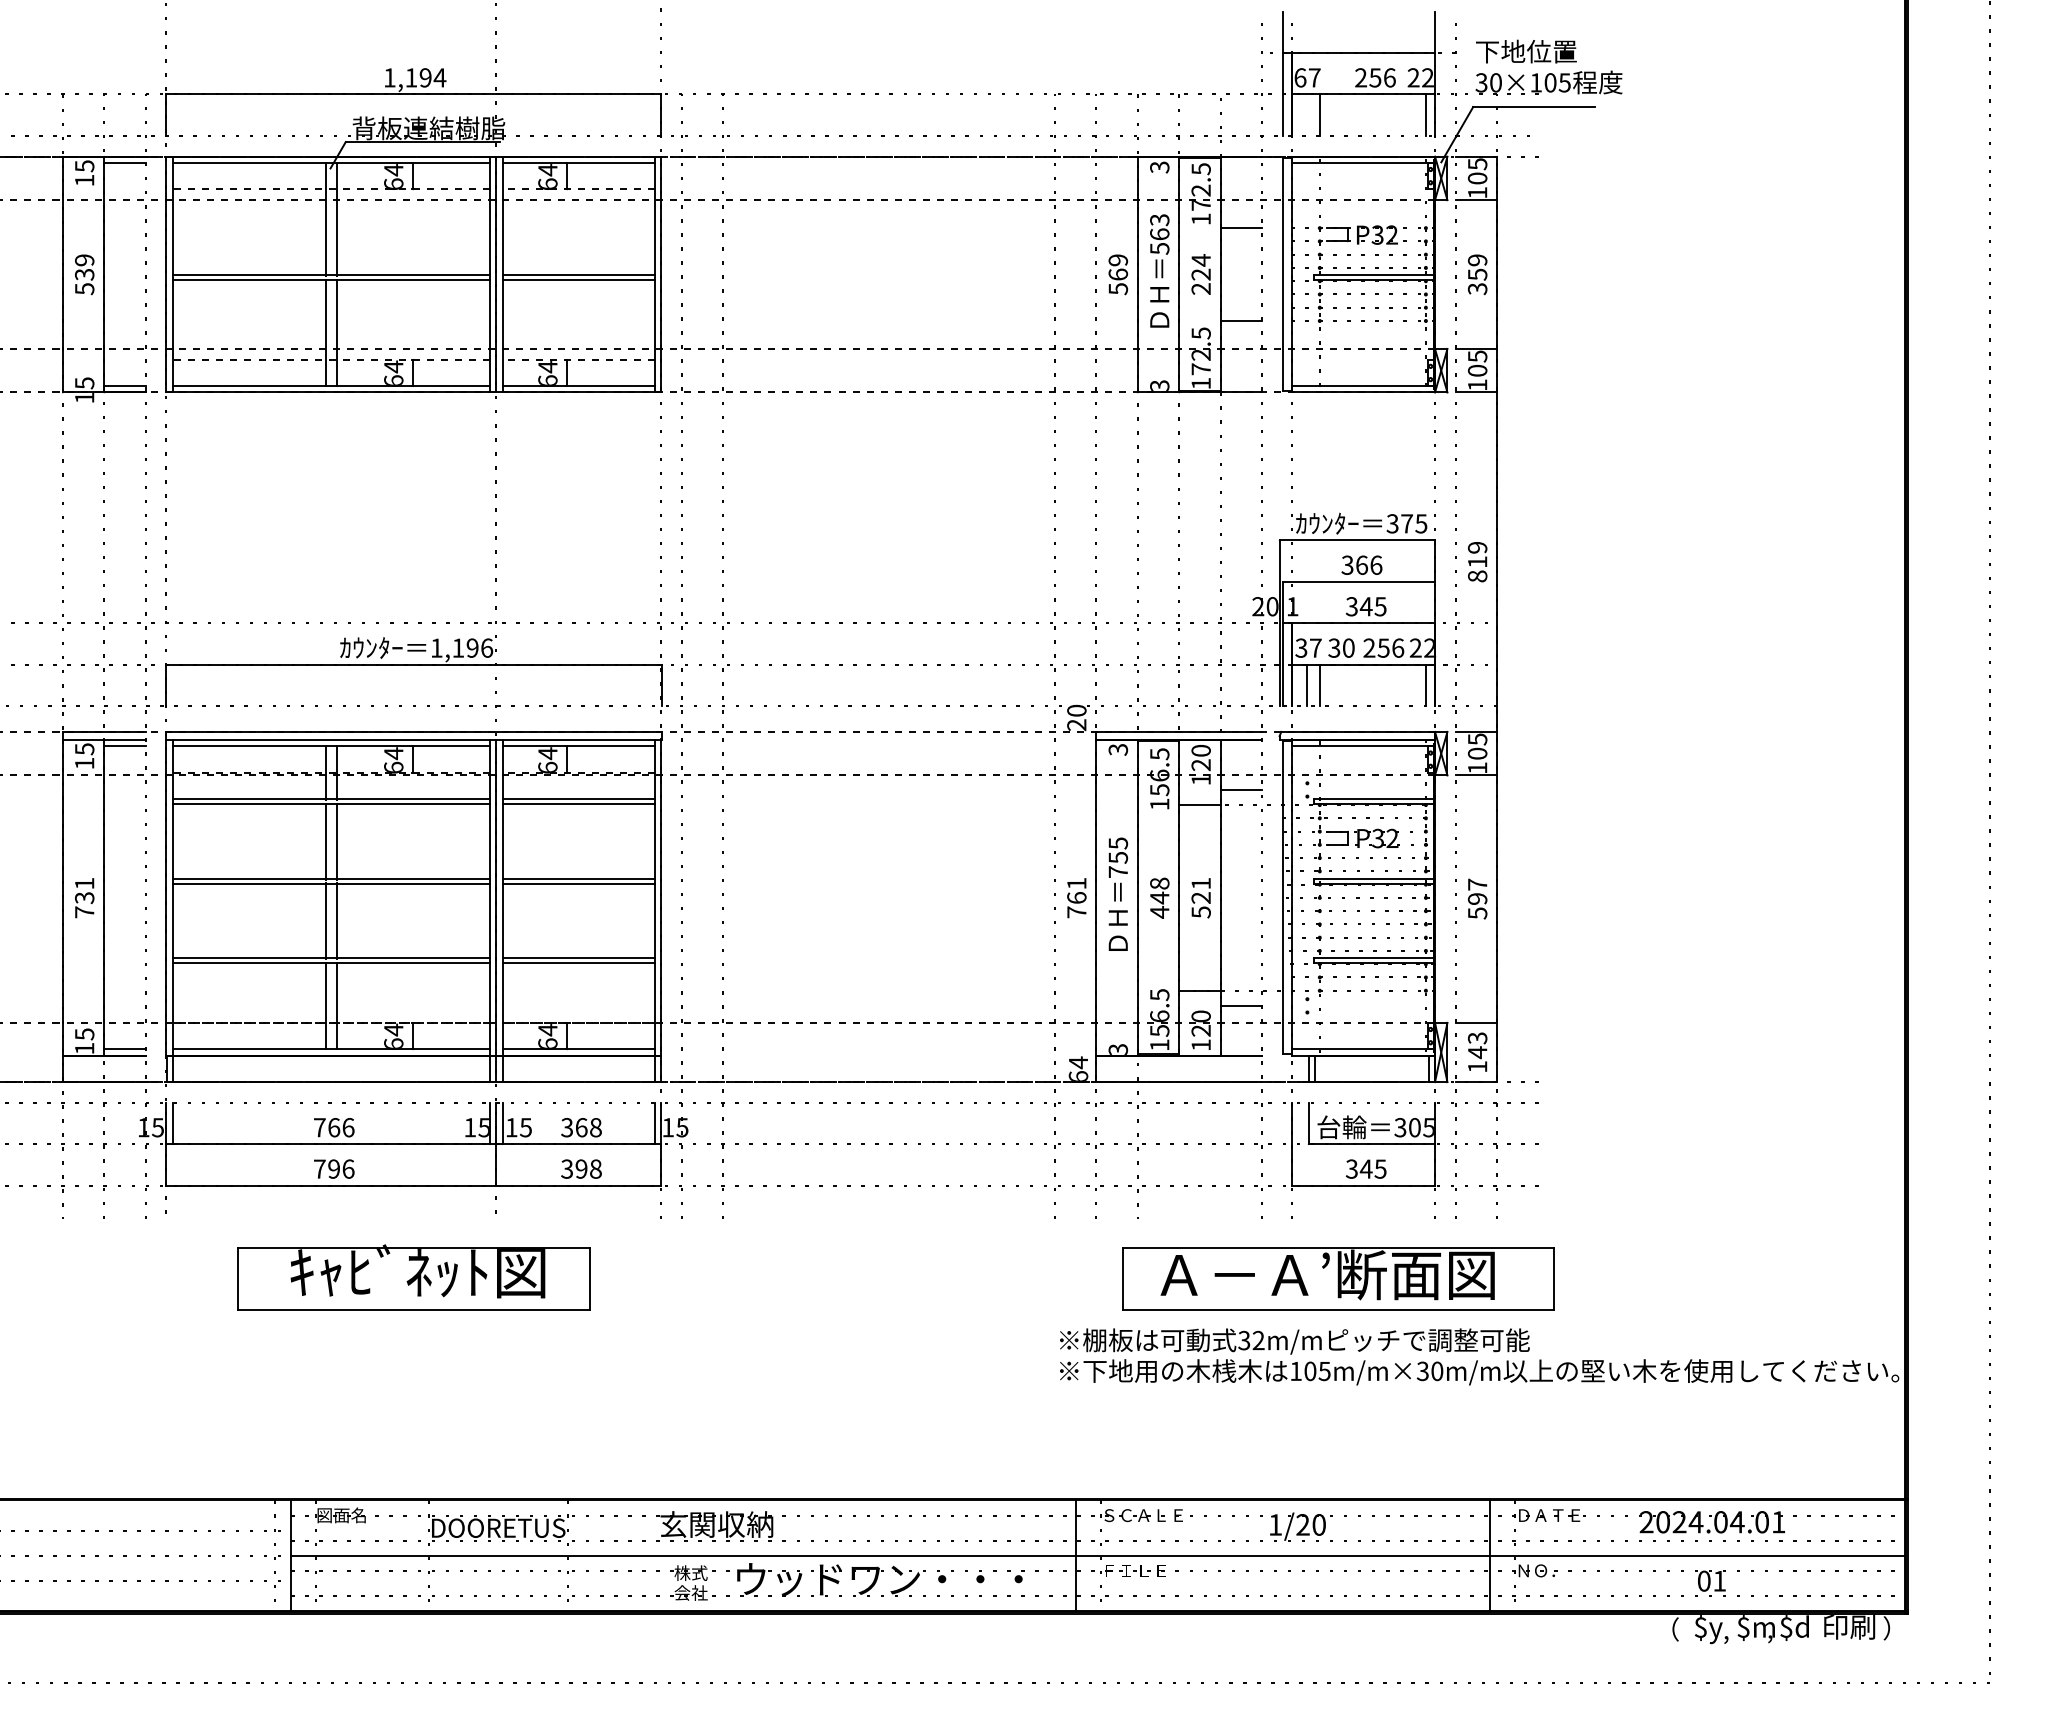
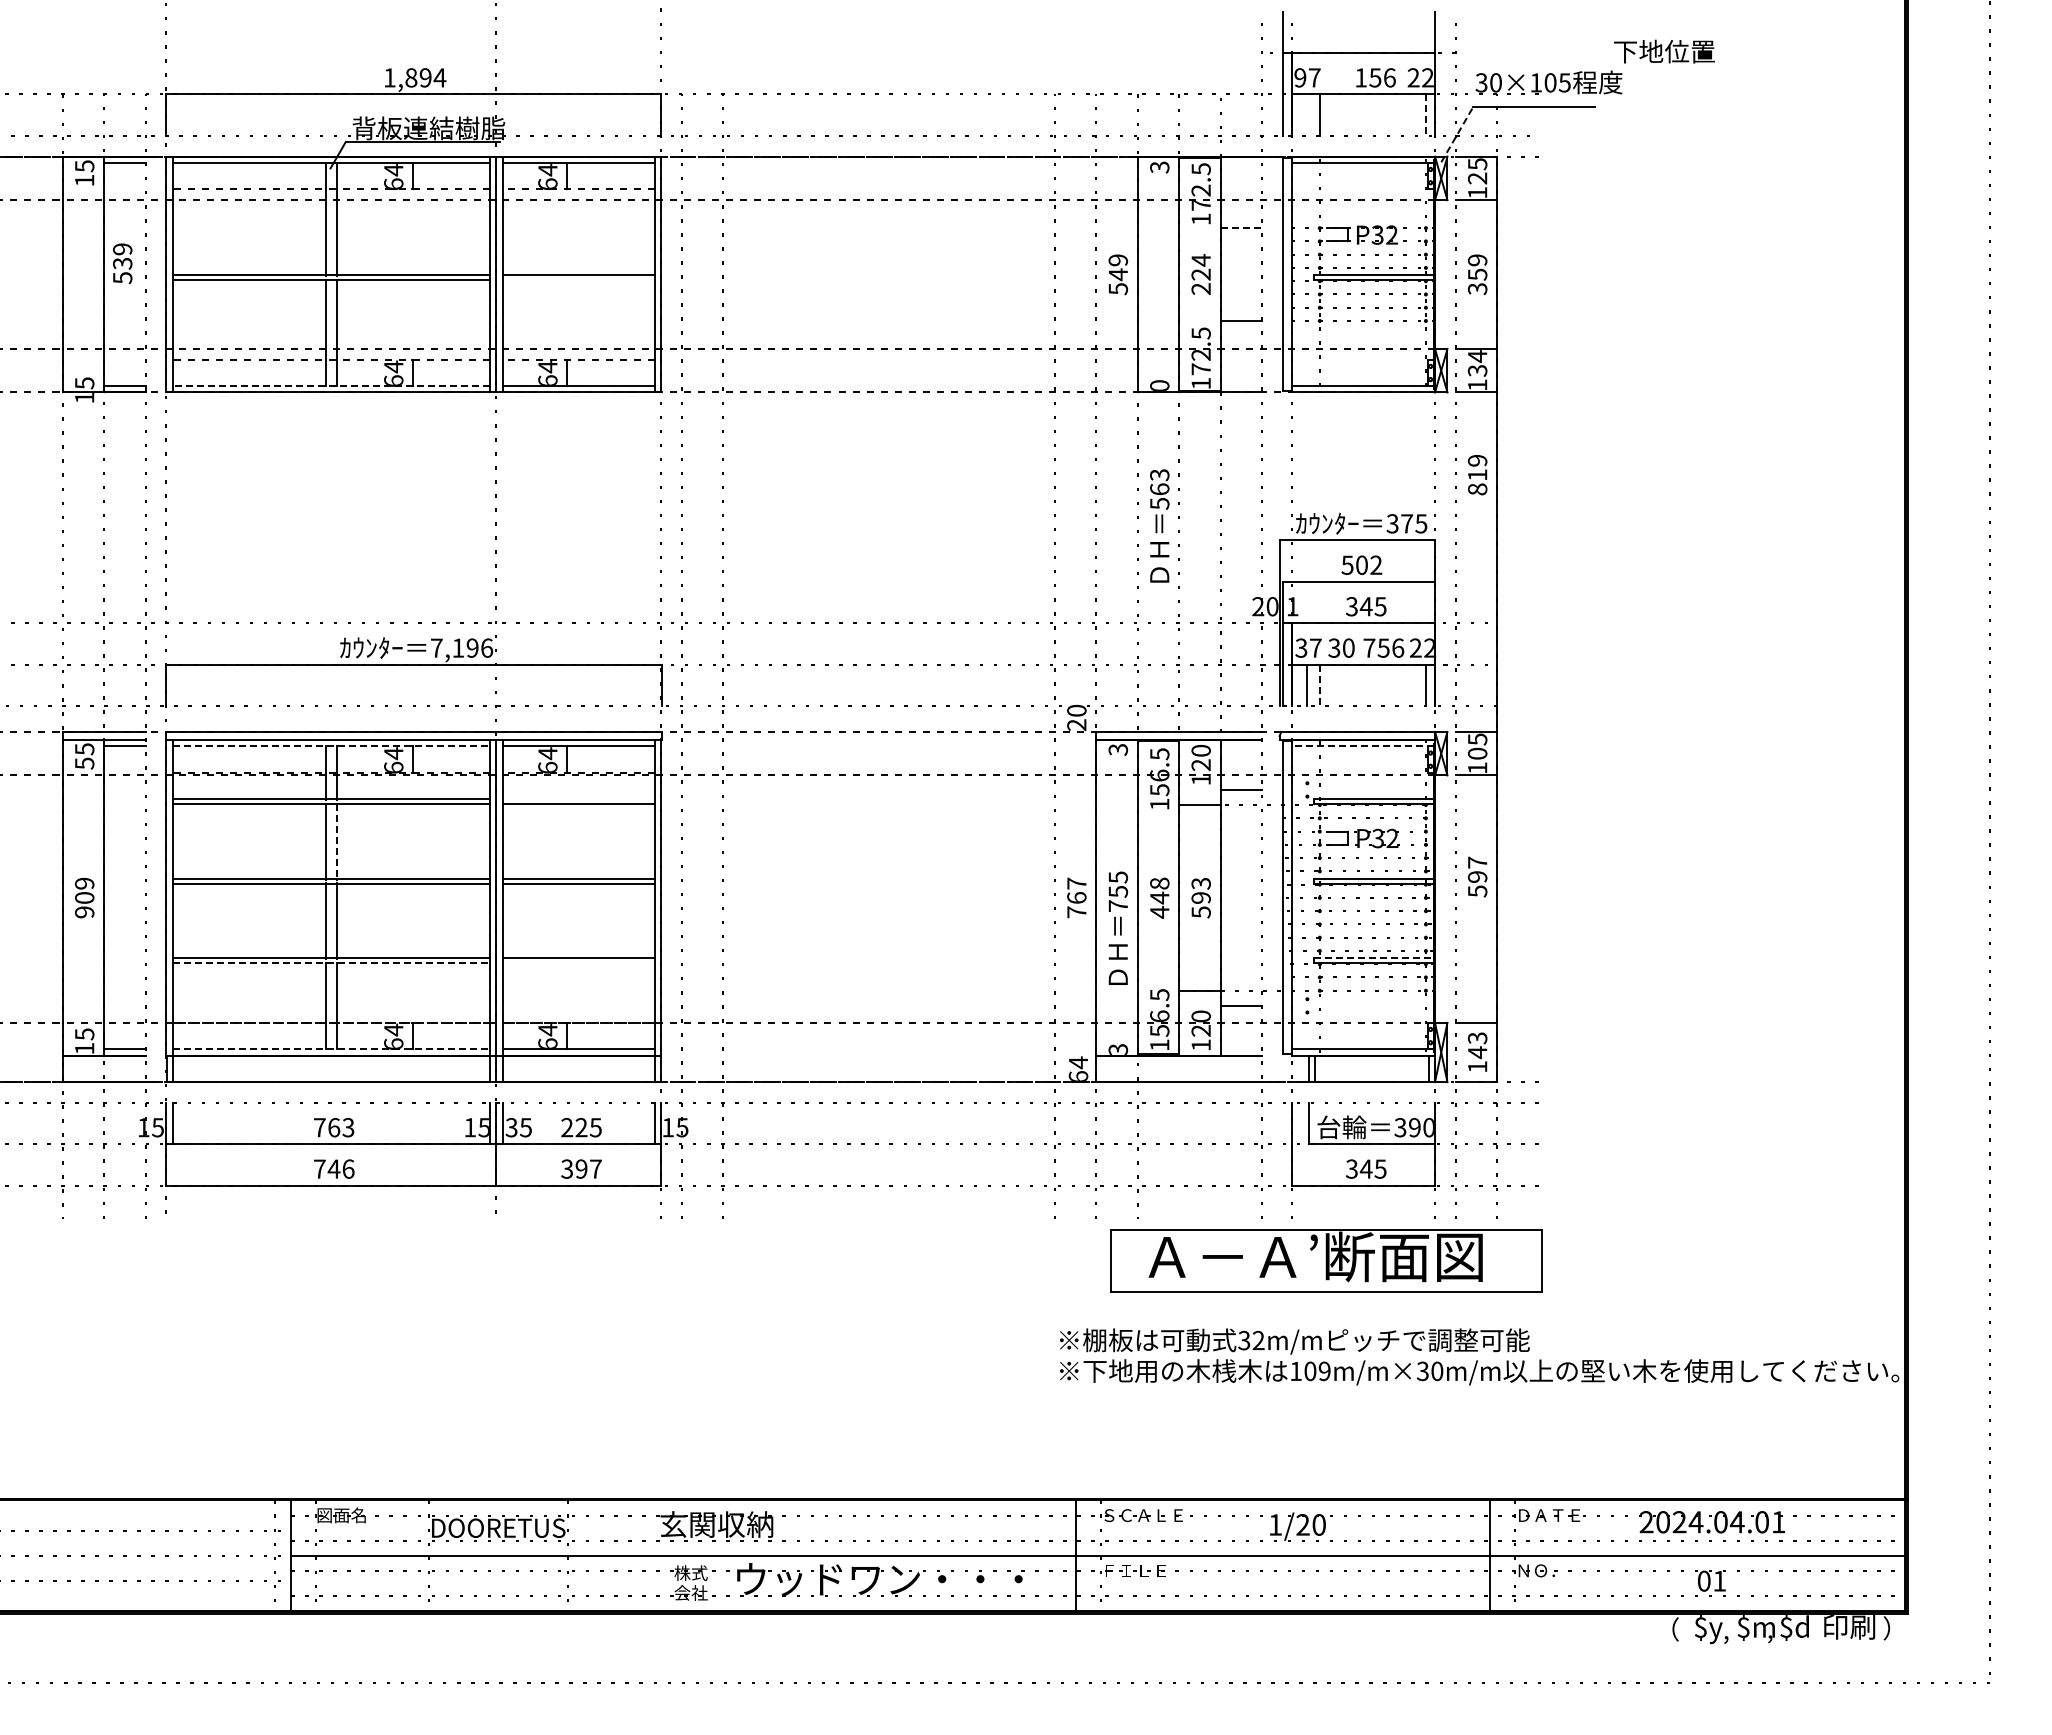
text at (1526, 51) position: (1526, 51) -> (1664, 51)
text at (411, 77): 1,194 -> 1,894
text at (1300, 77): 67 -> 97
text at (1360, 77): 256 -> 156
line at (1425, 115): solid -> dashed
line at (1457, 134): solid -> dashed
text at (1477, 178): 105 -> 125
line at (1241, 228): solid -> dashed
text at (1159, 270) position: (1159, 270) -> (1159, 525)
text at (84, 274) position: (84, 274) -> (122, 263)
text at (1118, 274): 569 -> 549
line at (578, 280): present -> none
text at (1477, 363): 105 -> 134
text at (1159, 385): 3 -> 0
line at (331, 386): solid -> dashed
text at (1477, 562) position: (1477, 562) -> (1477, 475)
text at (1362, 564): 366 -> 502
text at (436, 647): 1,196 -> 7,196
text at (1369, 647): 256 -> 756
line at (1319, 685): solid -> dashed
line at (331, 746): solid -> dashed
line at (1362, 746): solid -> dashed
text at (84, 763): 15 -> 55
line at (578, 799): present -> none
line at (337, 841): solid -> dashed
text at (1076, 883): 761 -> 767
text at (1200, 890): 521 -> 593
text at (1118, 893) position: (1118, 893) -> (1118, 927)
text at (84, 897): 731 -> 909
text at (1477, 898) position: (1477, 898) -> (1477, 876)
line at (1374, 958): solid -> dashed
line at (331, 963): solid -> dashed
line at (578, 963): present -> none
line at (331, 1049): solid -> dashed
text at (348, 1127): 766 -> 763
text at (511, 1127): 15 -> 35
text at (581, 1127): 368 -> 225
text at (1421, 1127): 305 -> 390
text at (333, 1168): 796 -> 746
text at (595, 1168): 398 -> 397
part at (413, 1277): present -> none
part at (1338, 1278) position: (1338, 1278) -> (1326, 1260)
text at (1324, 1371): 105m/m×30m/m -> 109m/m×30m/m
